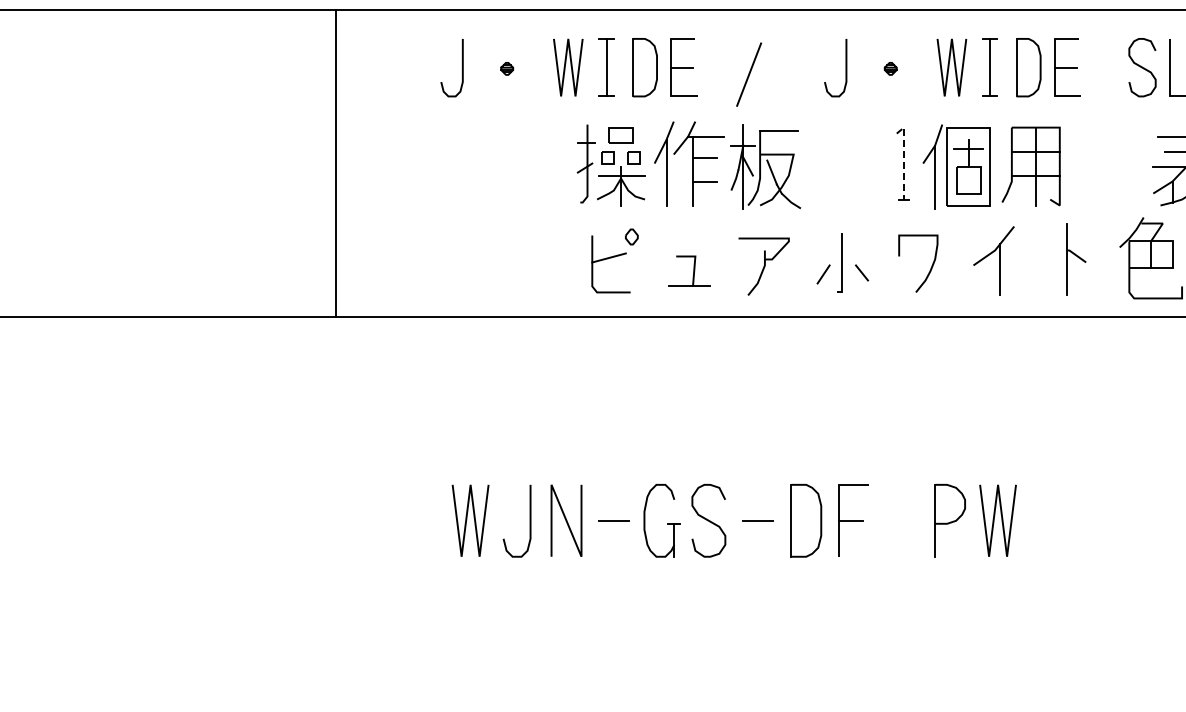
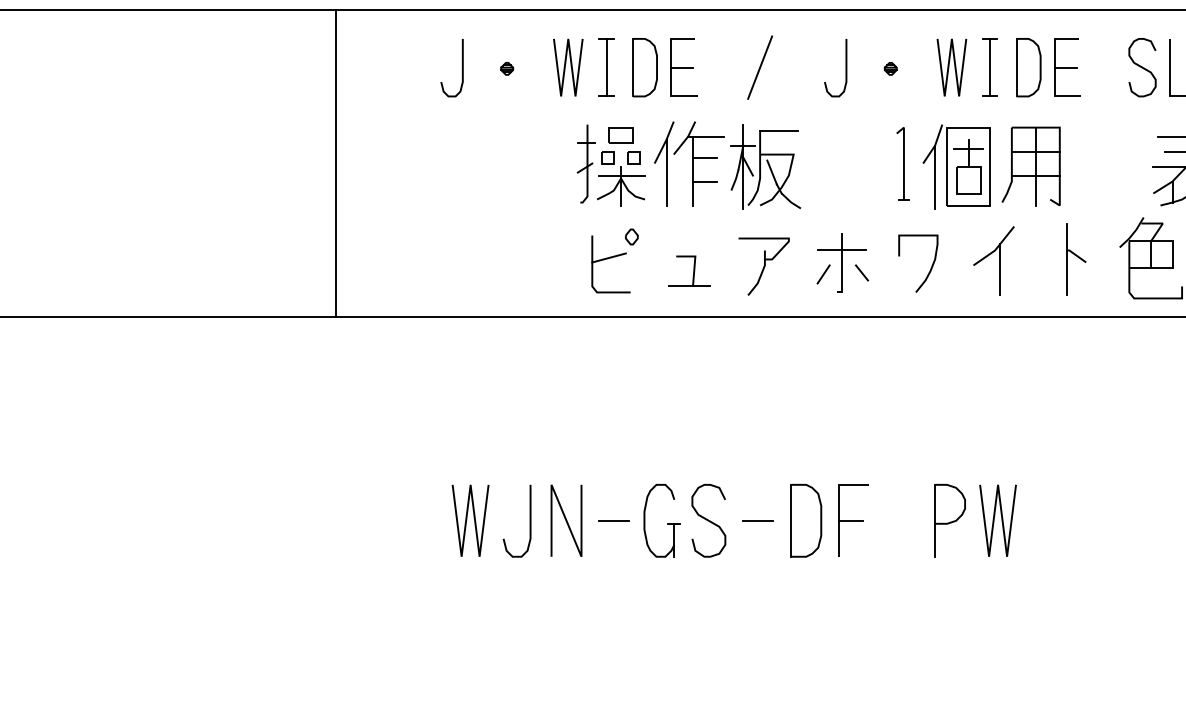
line at (749, 74) position: (749, 74) -> (760, 67)
line at (903, 158): dashed -> solid
line at (841, 250): none -> present
